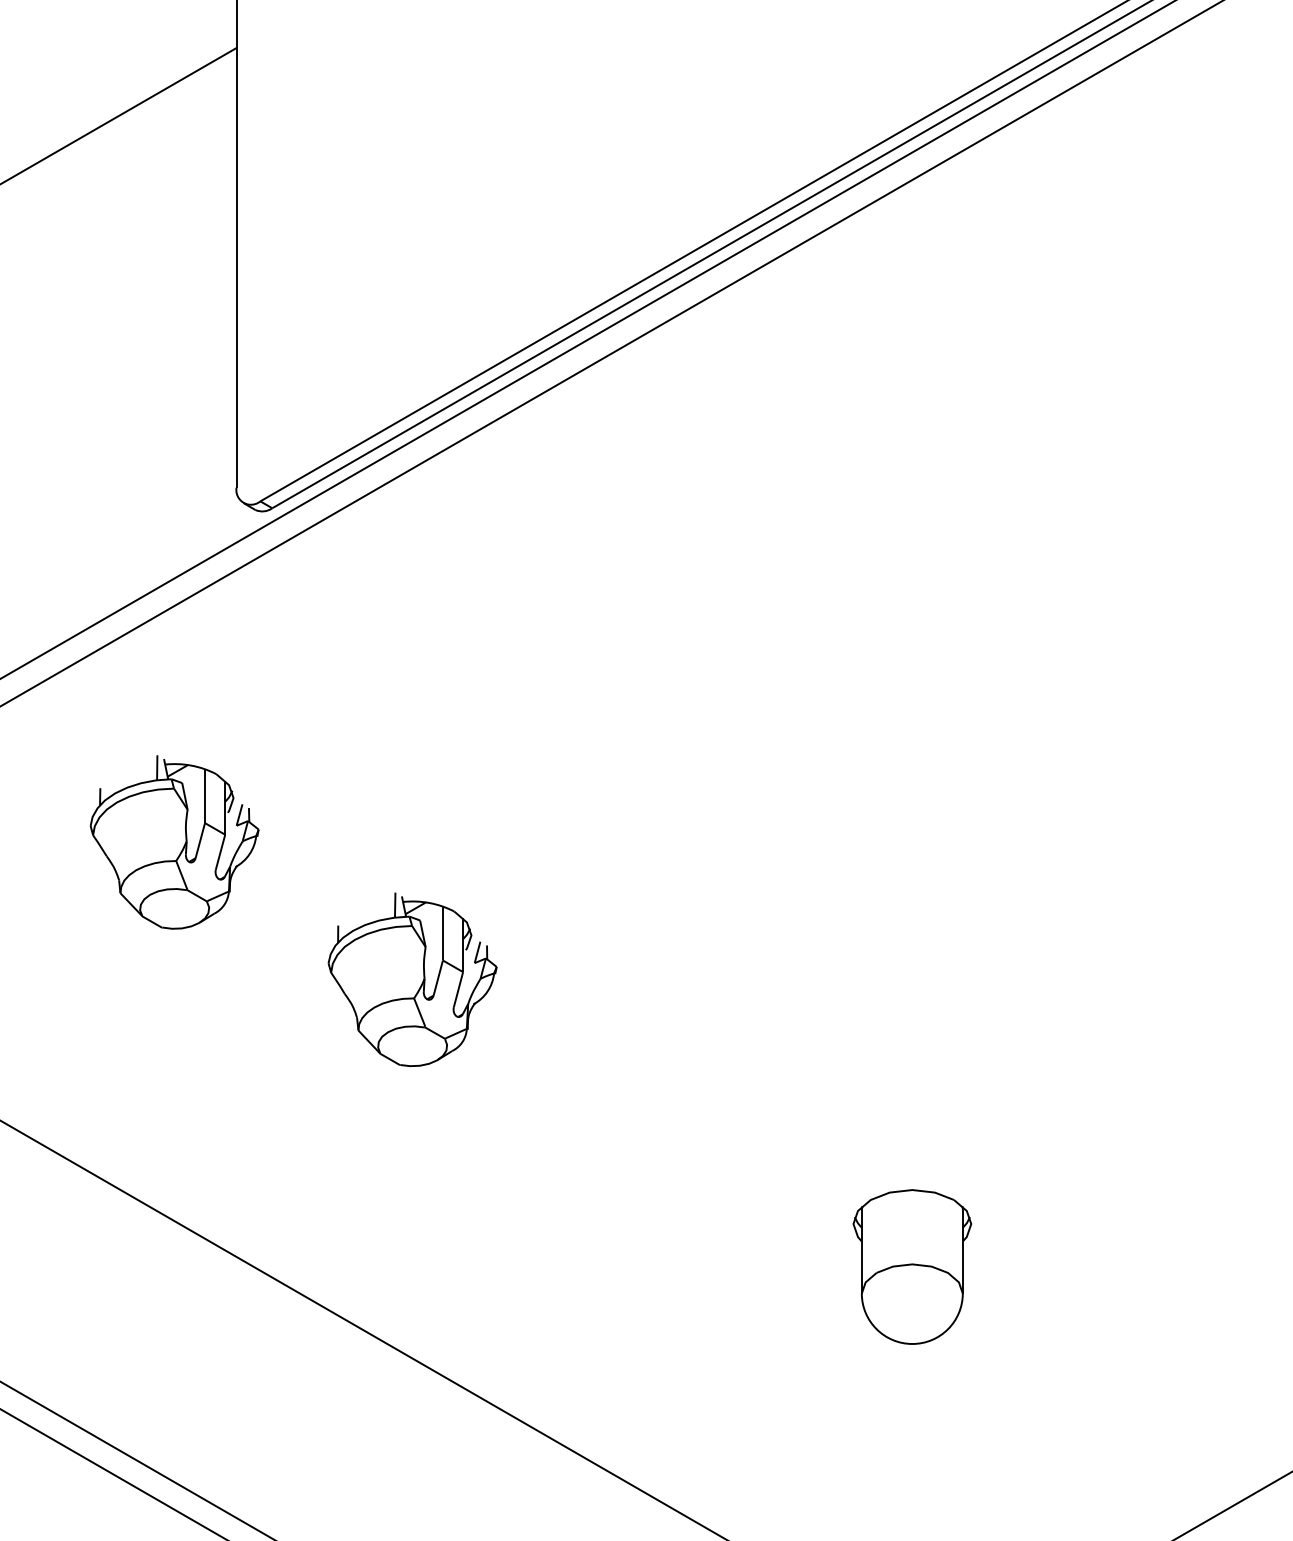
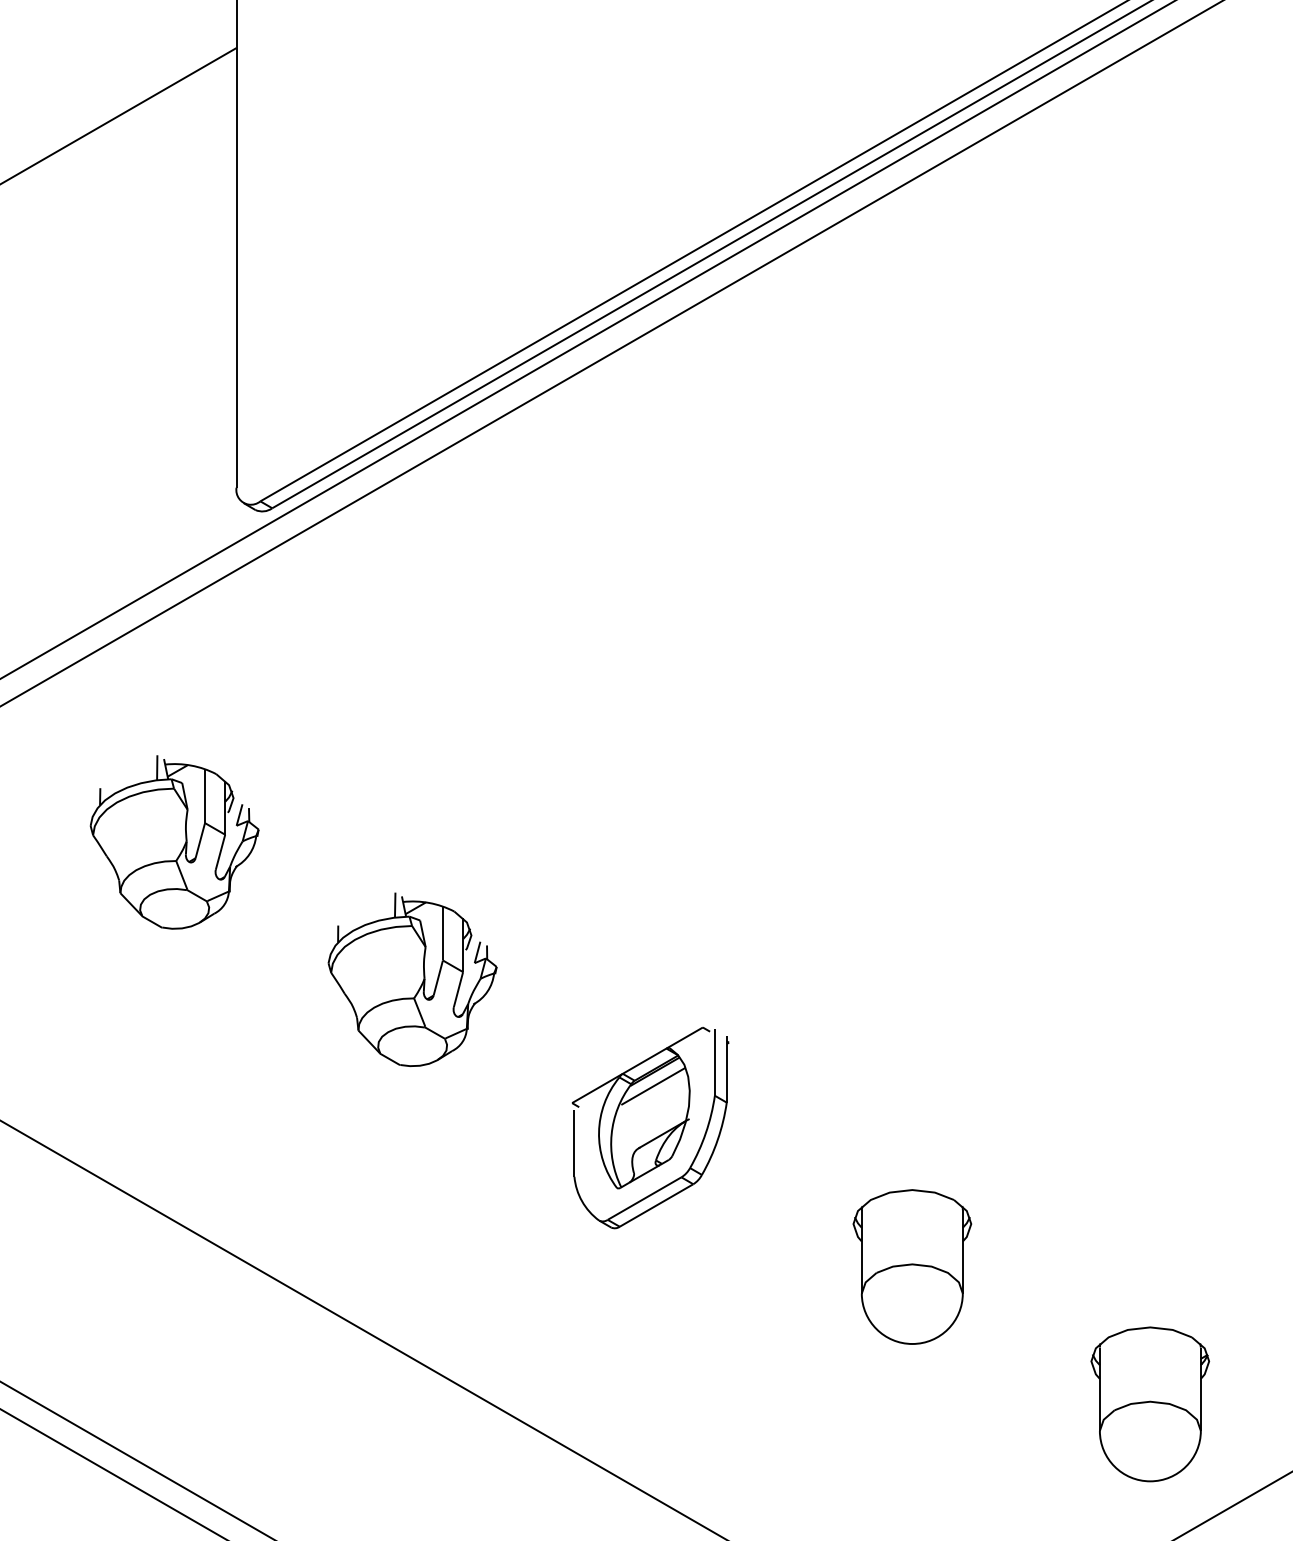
part at (650, 1128): none -> present
part at (1150, 1404): none -> present
